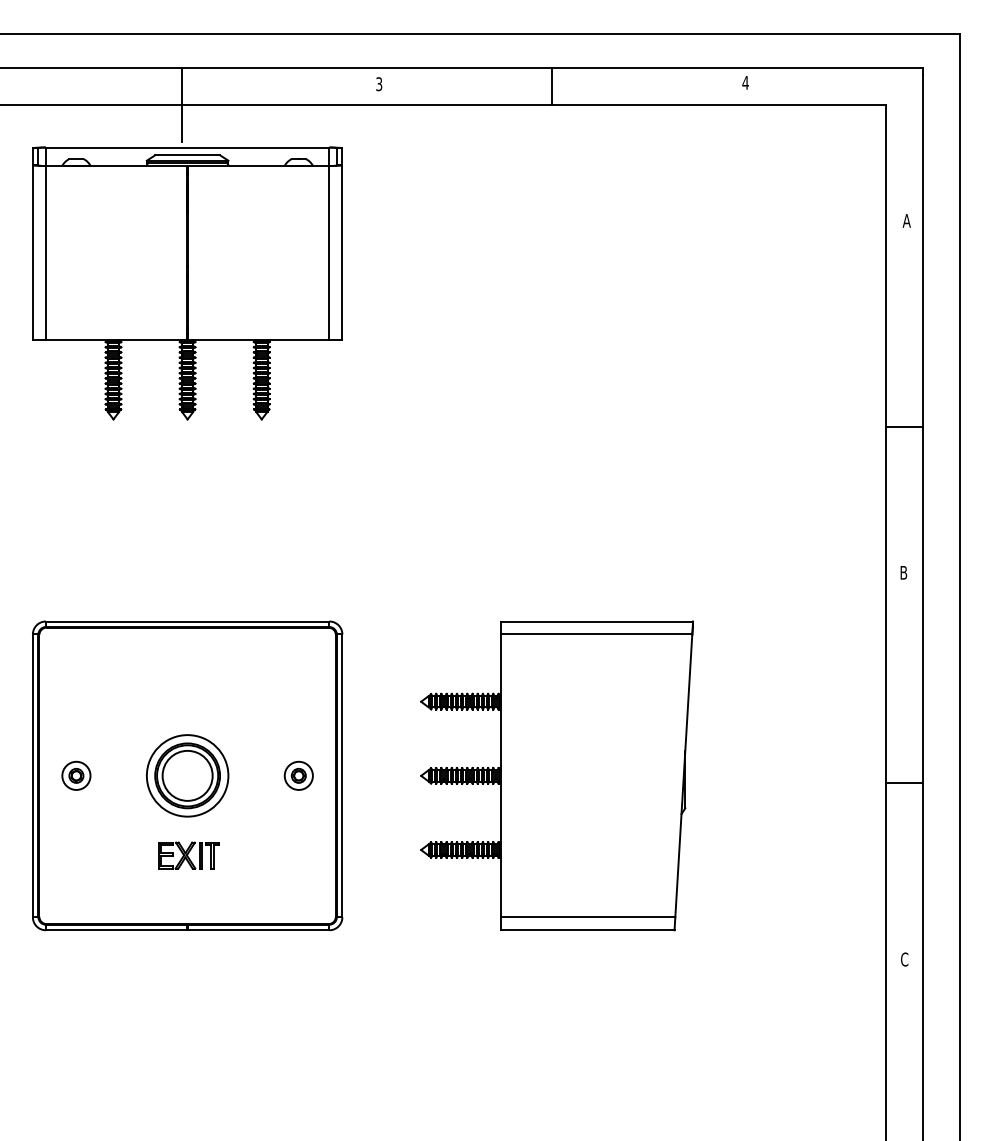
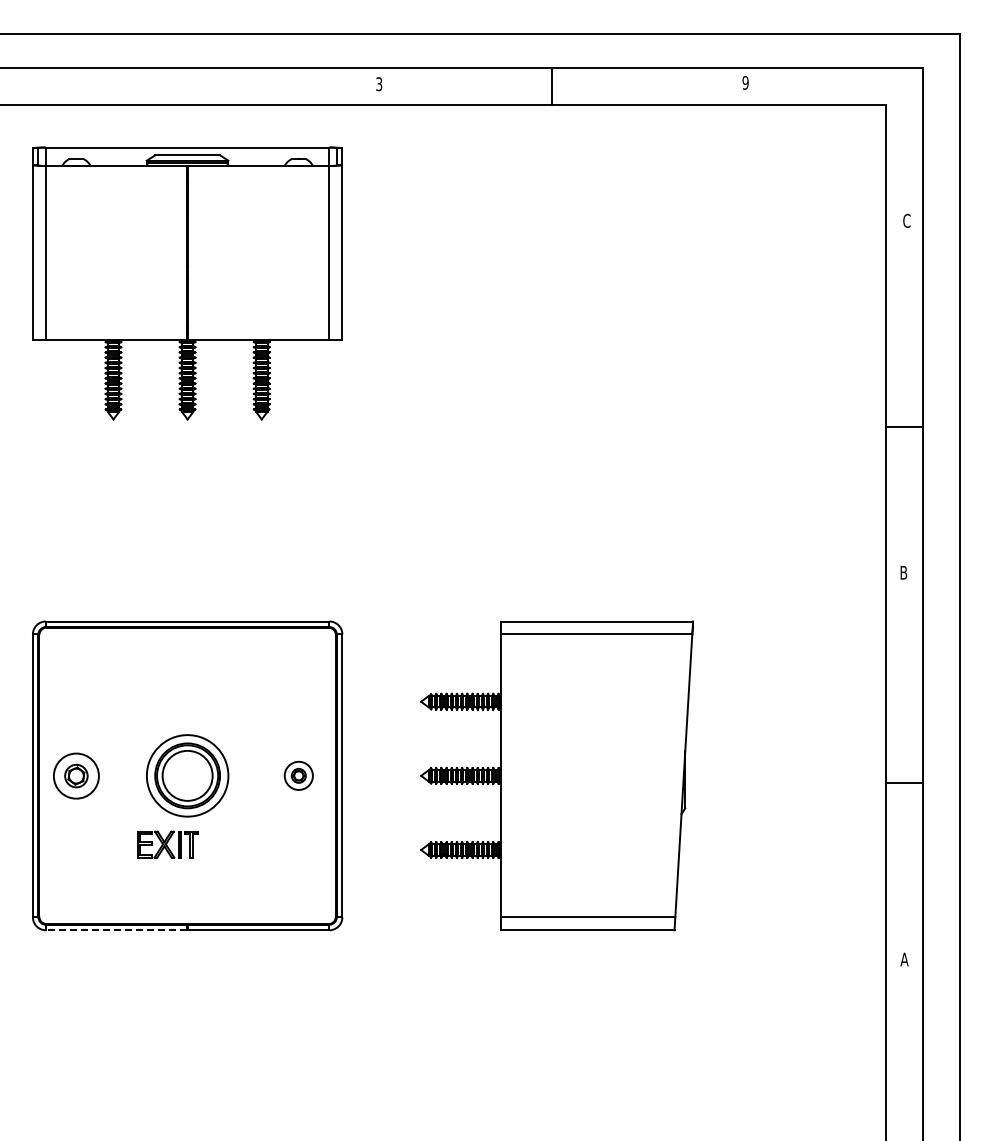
text at (745, 82): 4 -> 9
line at (181, 104): present -> none
text at (906, 220): A -> C
part at (76, 775) size: 31x31 px -> 47x48 px
part at (188, 855) position: (188, 855) -> (167, 844)
line at (116, 930): solid -> dashed
text at (904, 959): C -> A
